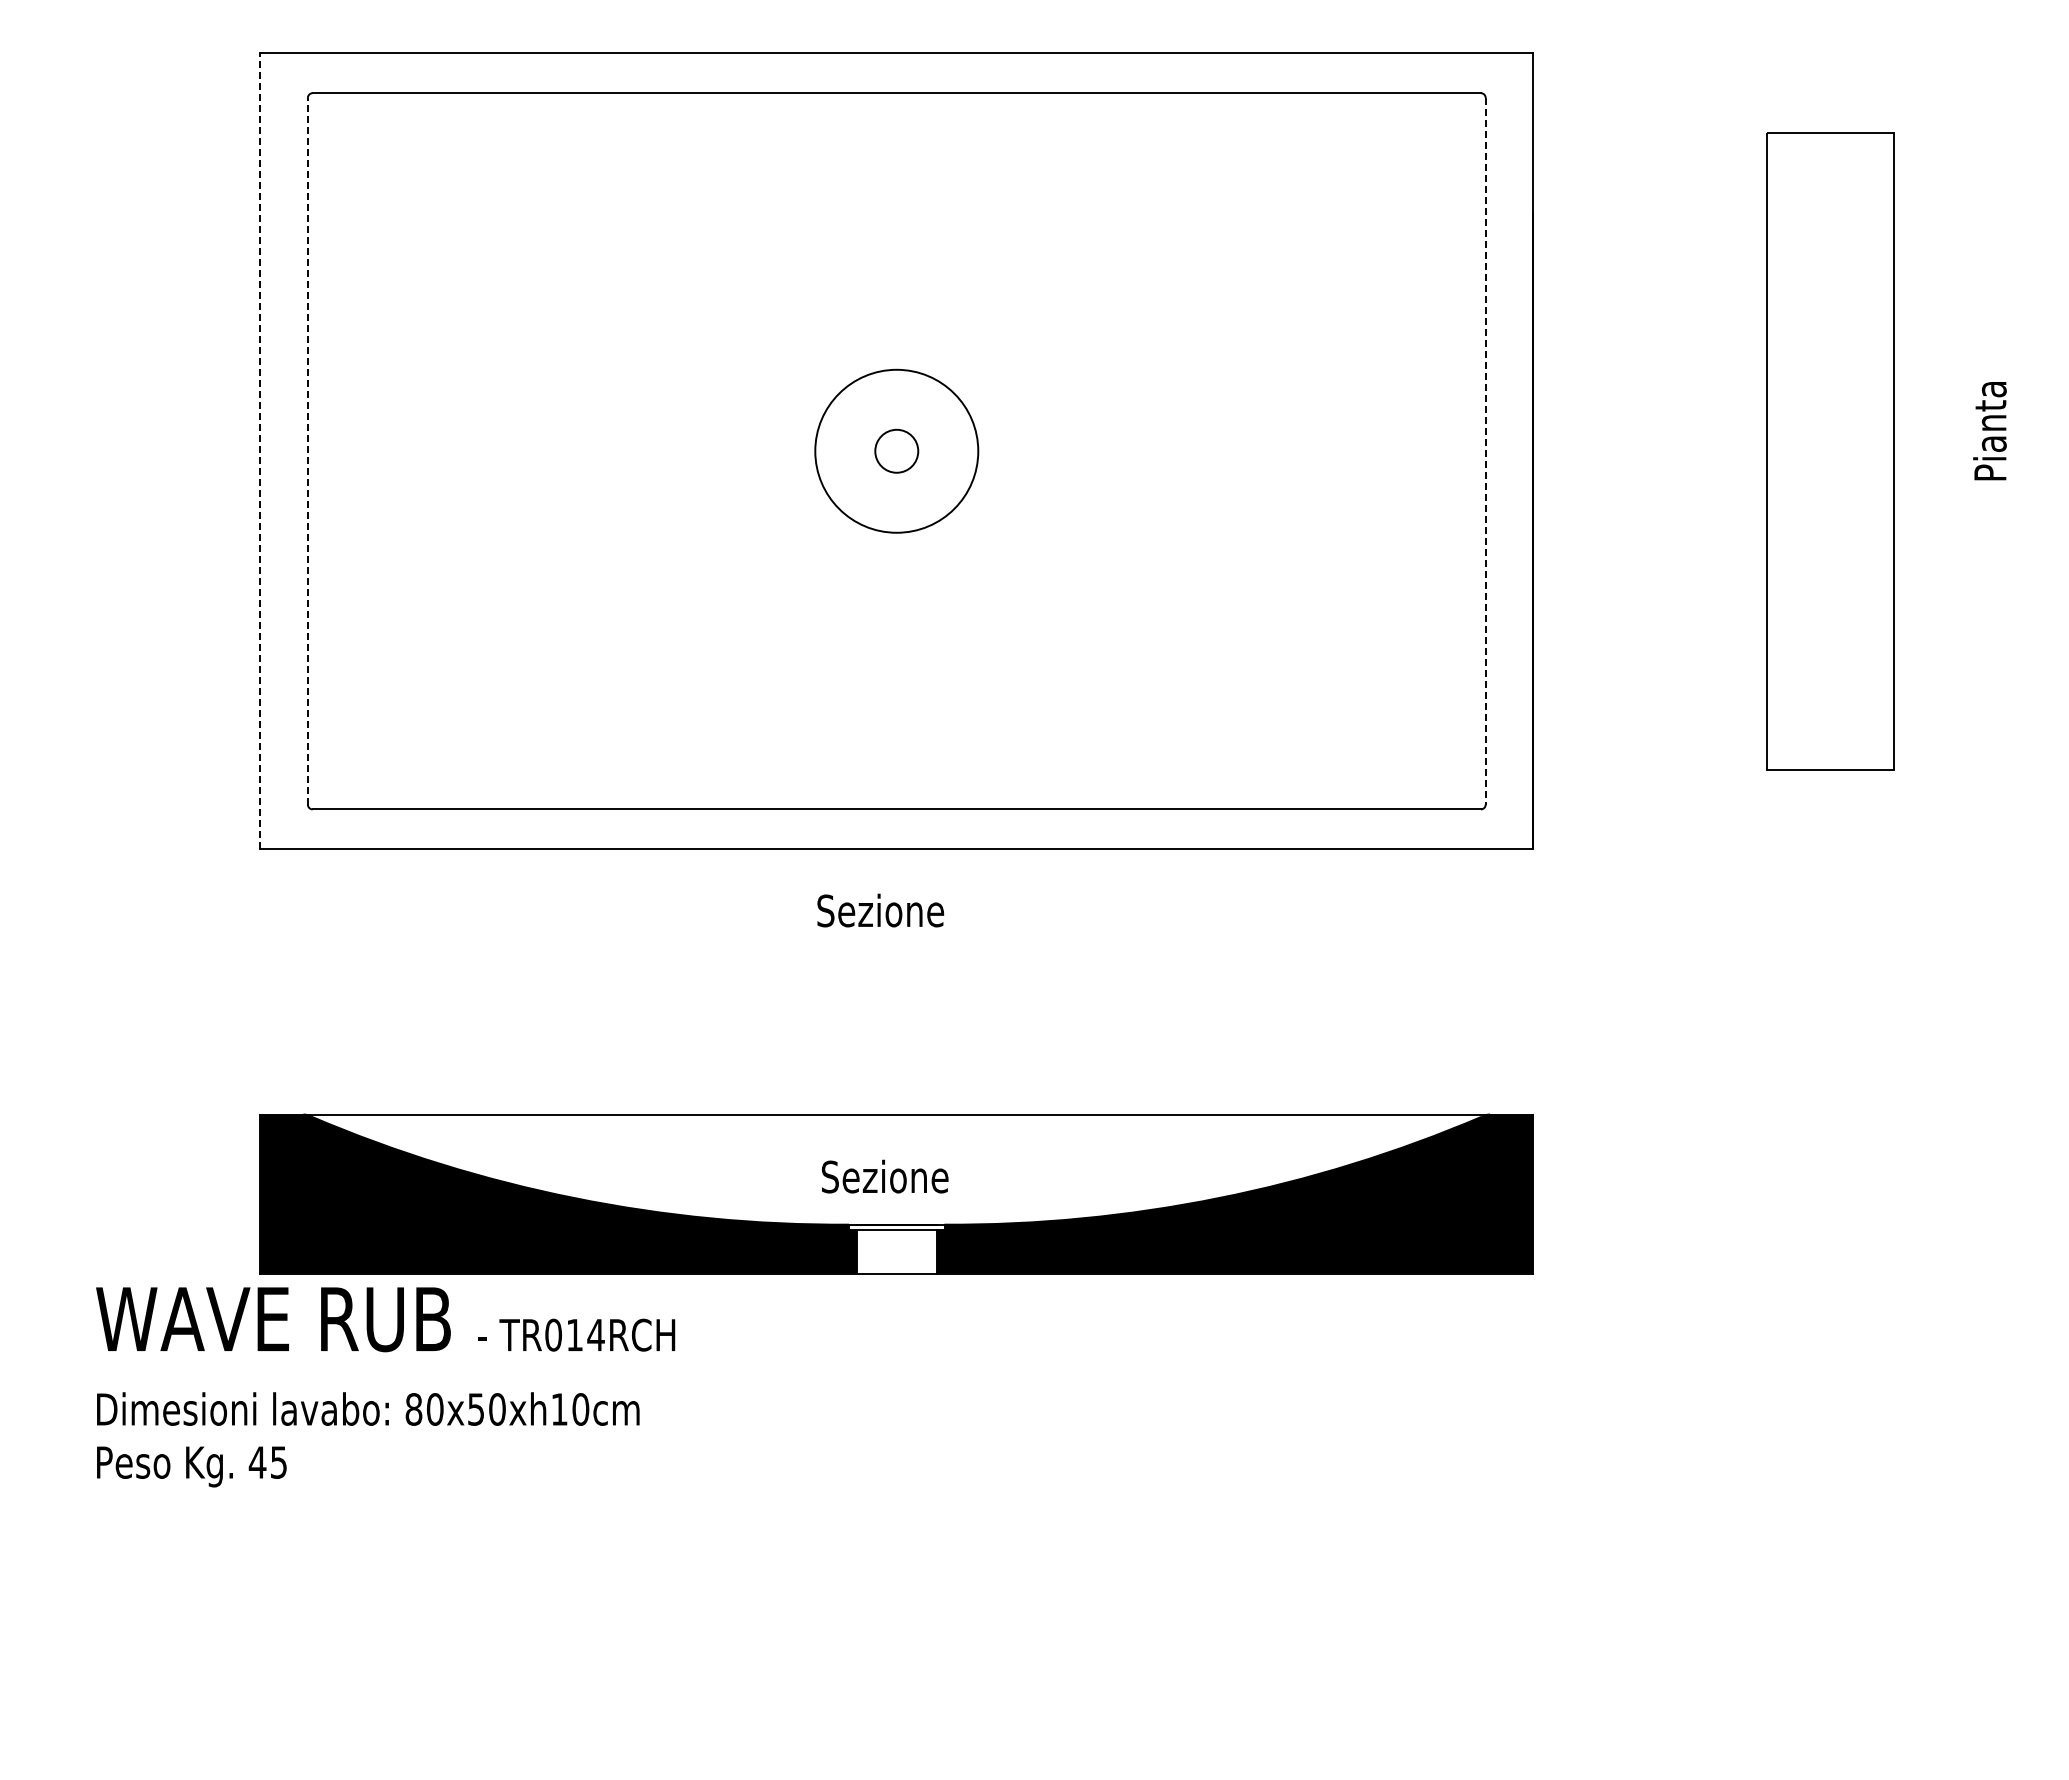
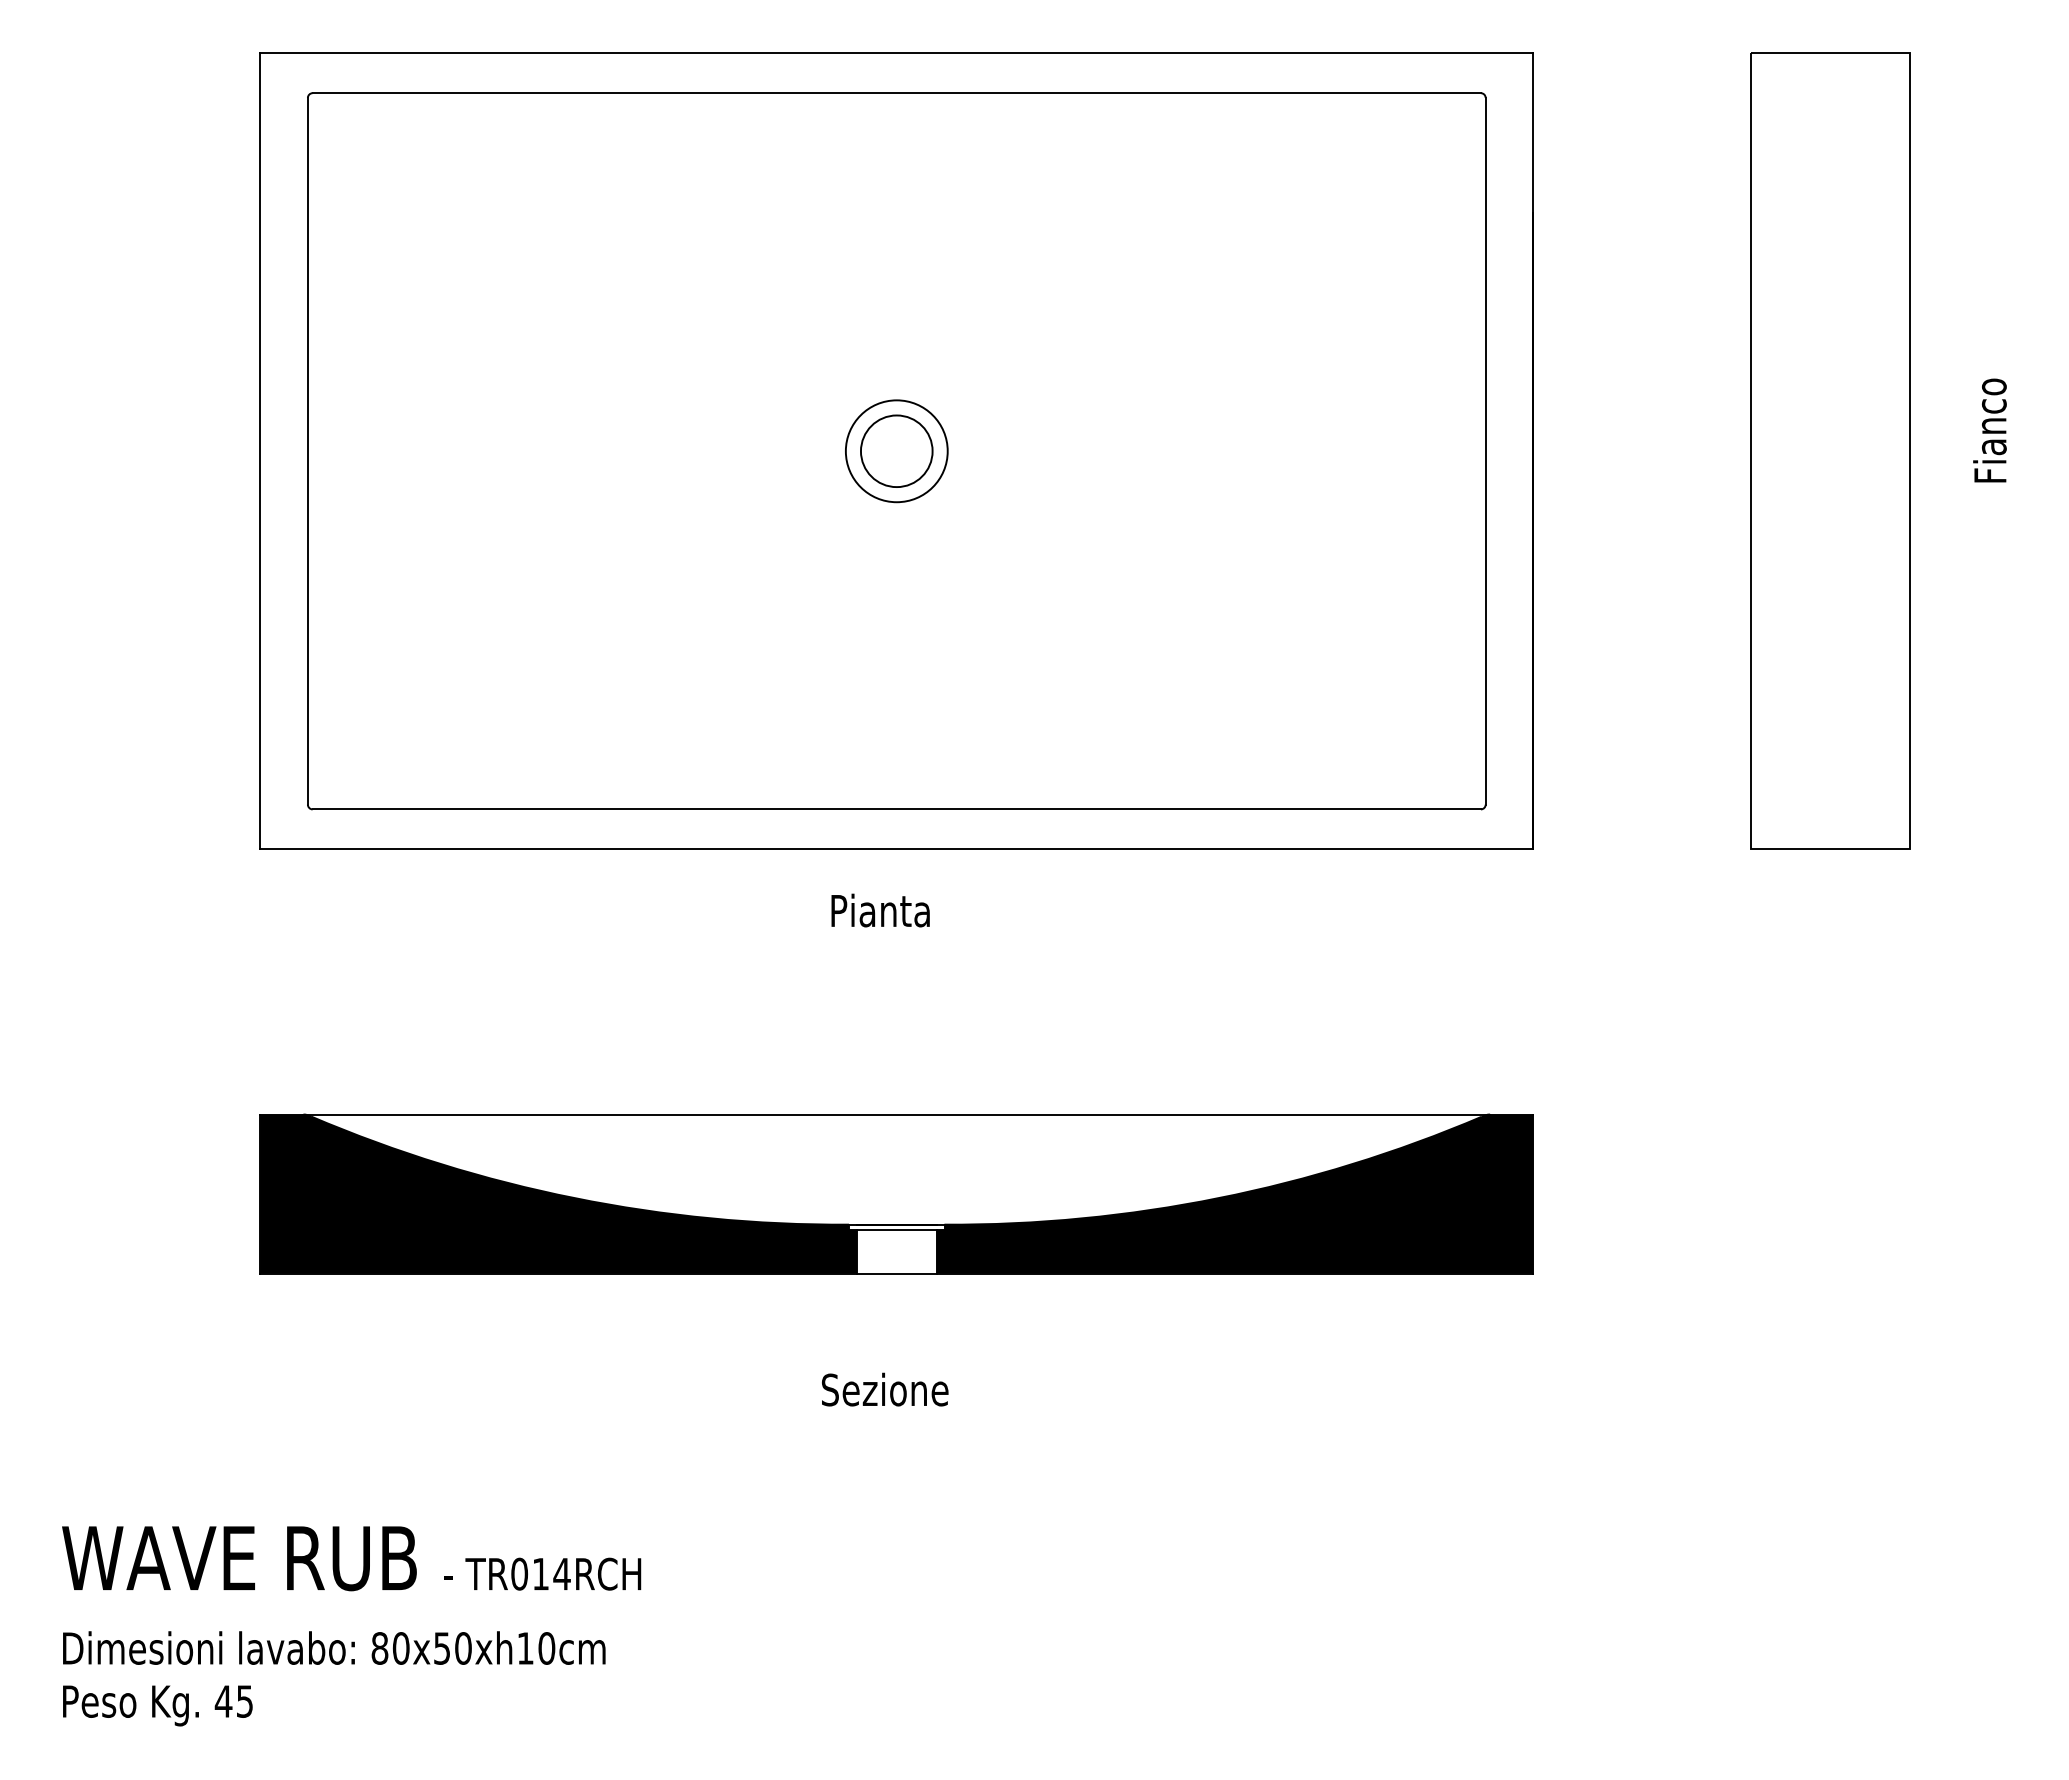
text at (1989, 430): Pianta -> Fianco
line at (307, 450): dashed -> solid
circle at (896, 450) diameter: 163 px -> 102 px
circle at (896, 450) diameter: 43 px -> 72 px
line at (260, 451): dashed -> solid
line at (1485, 451): dashed -> solid
part at (1830, 451) size: 129x639 px -> 161x798 px
text at (880, 910): Sezione -> Pianta
text at (885, 1176) position: (885, 1176) -> (885, 1389)
text at (385, 1387) position: (385, 1387) -> (351, 1626)
